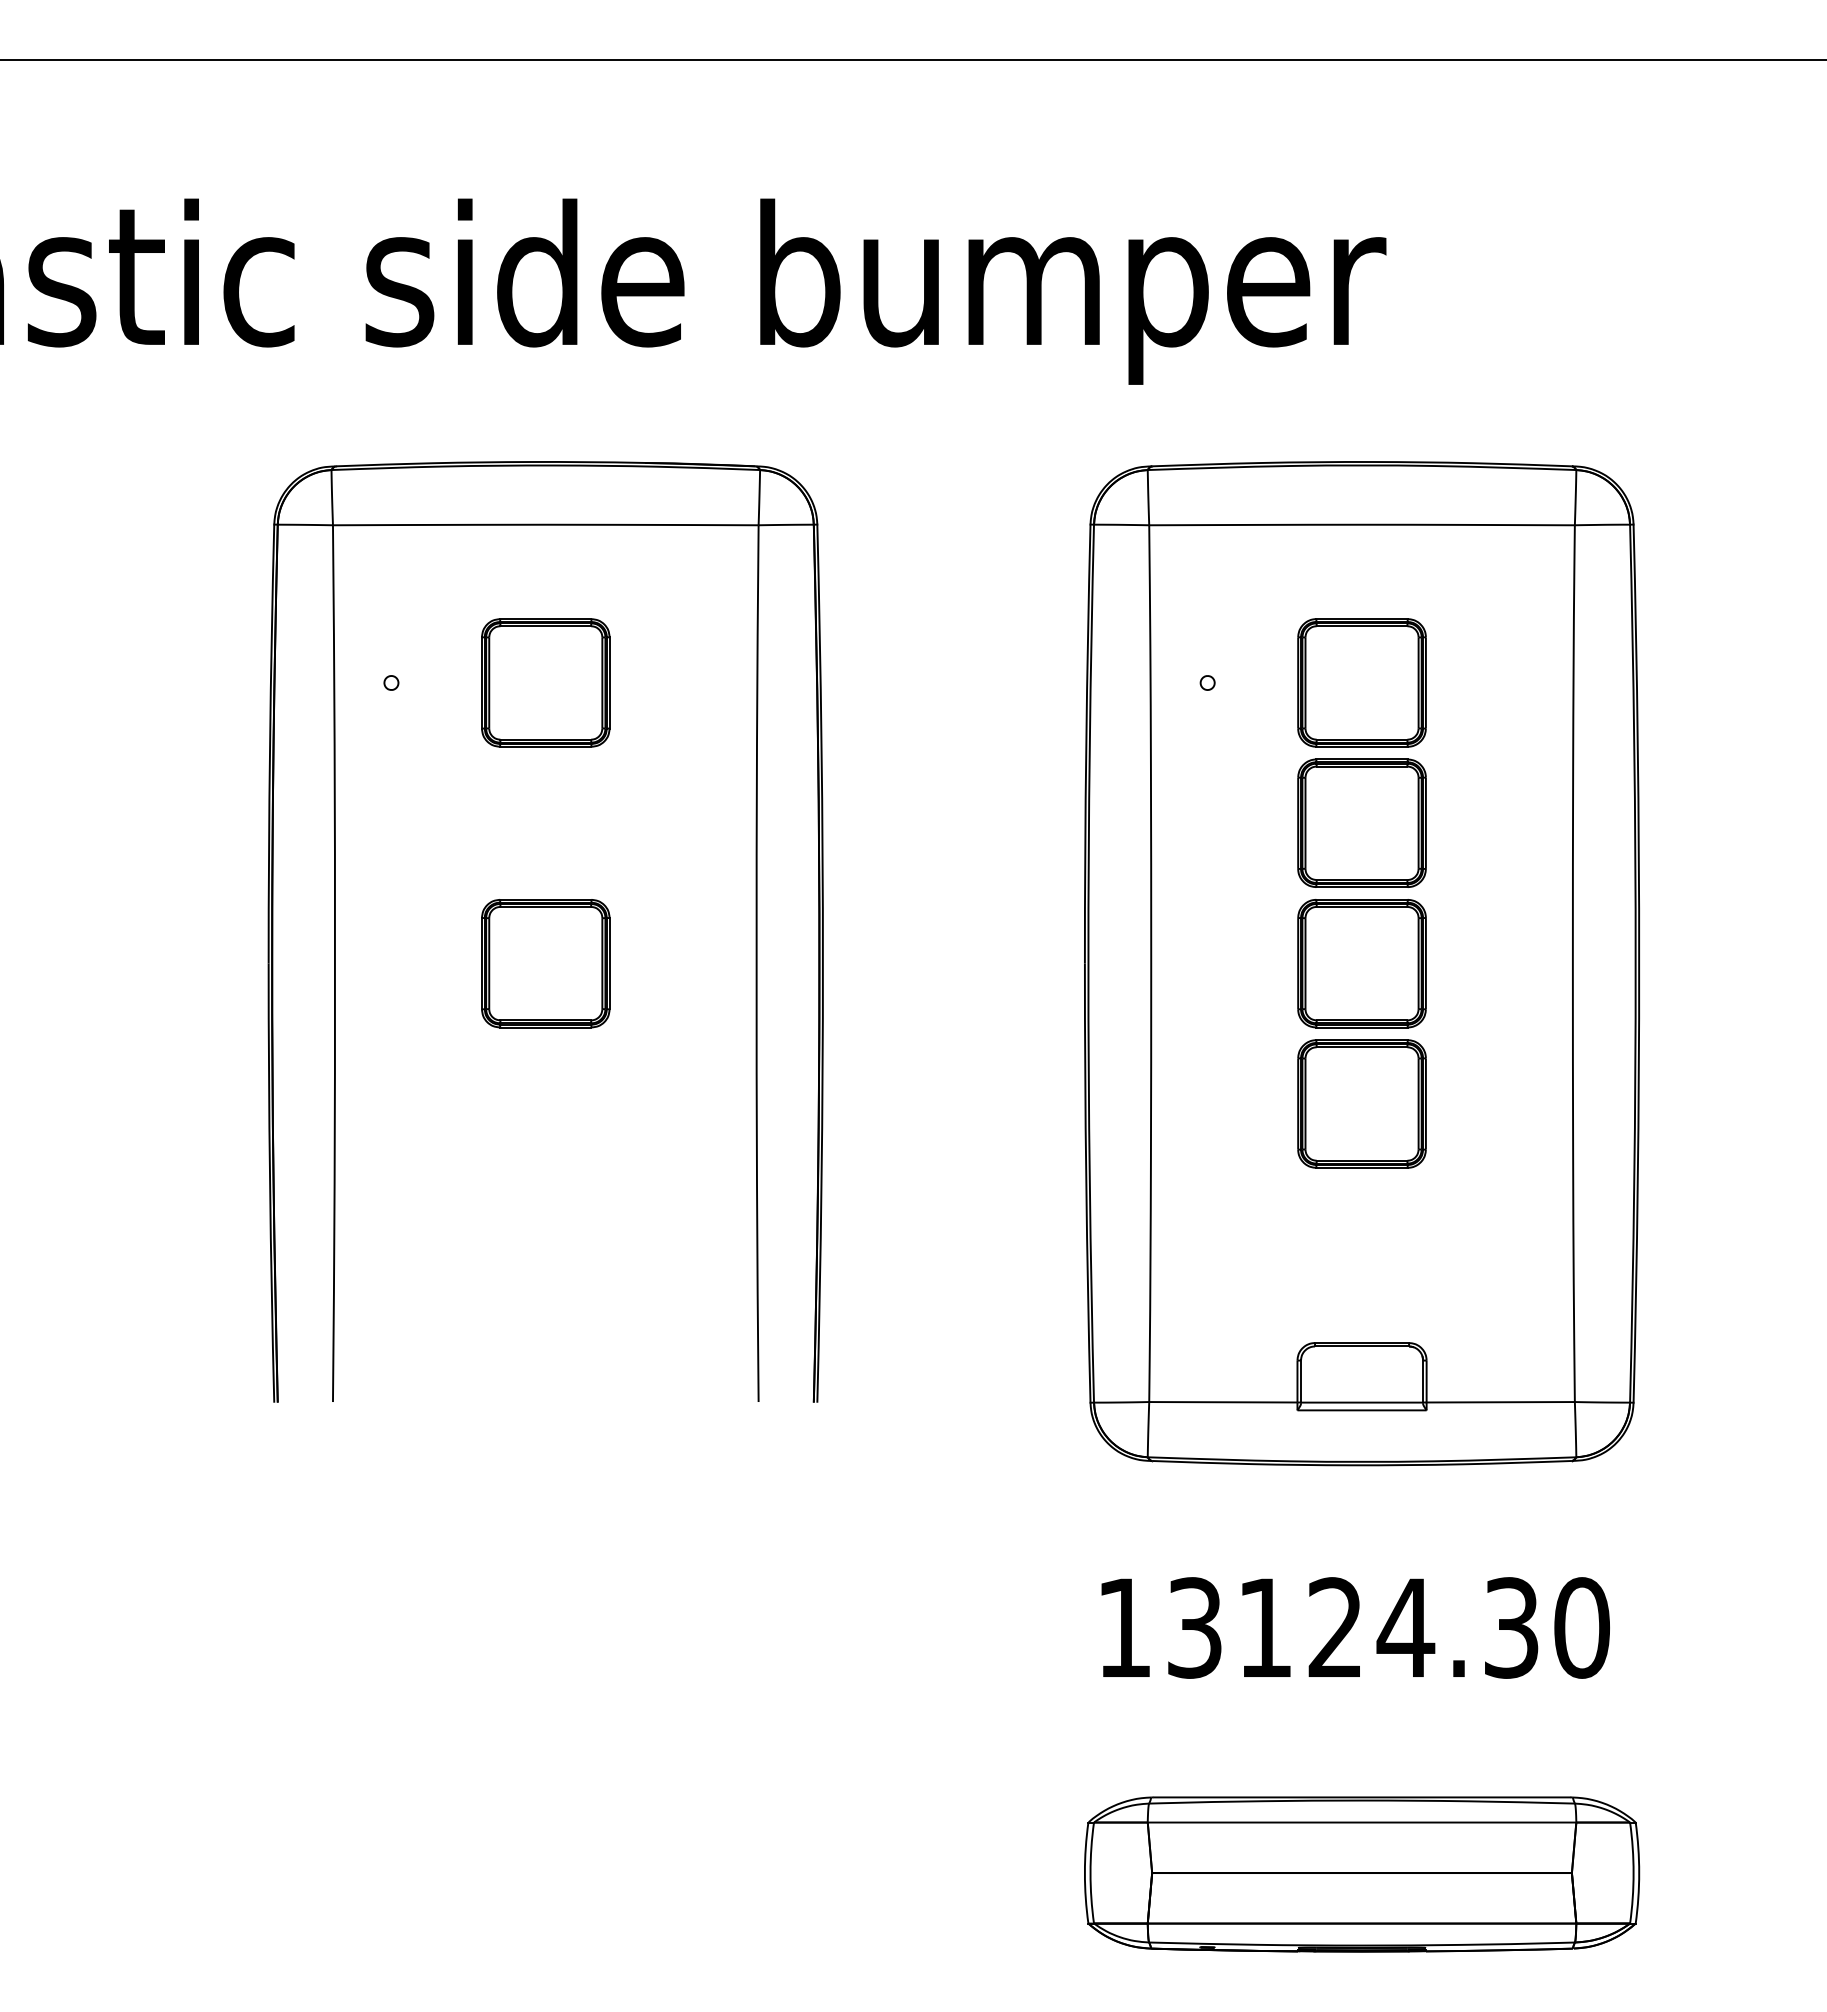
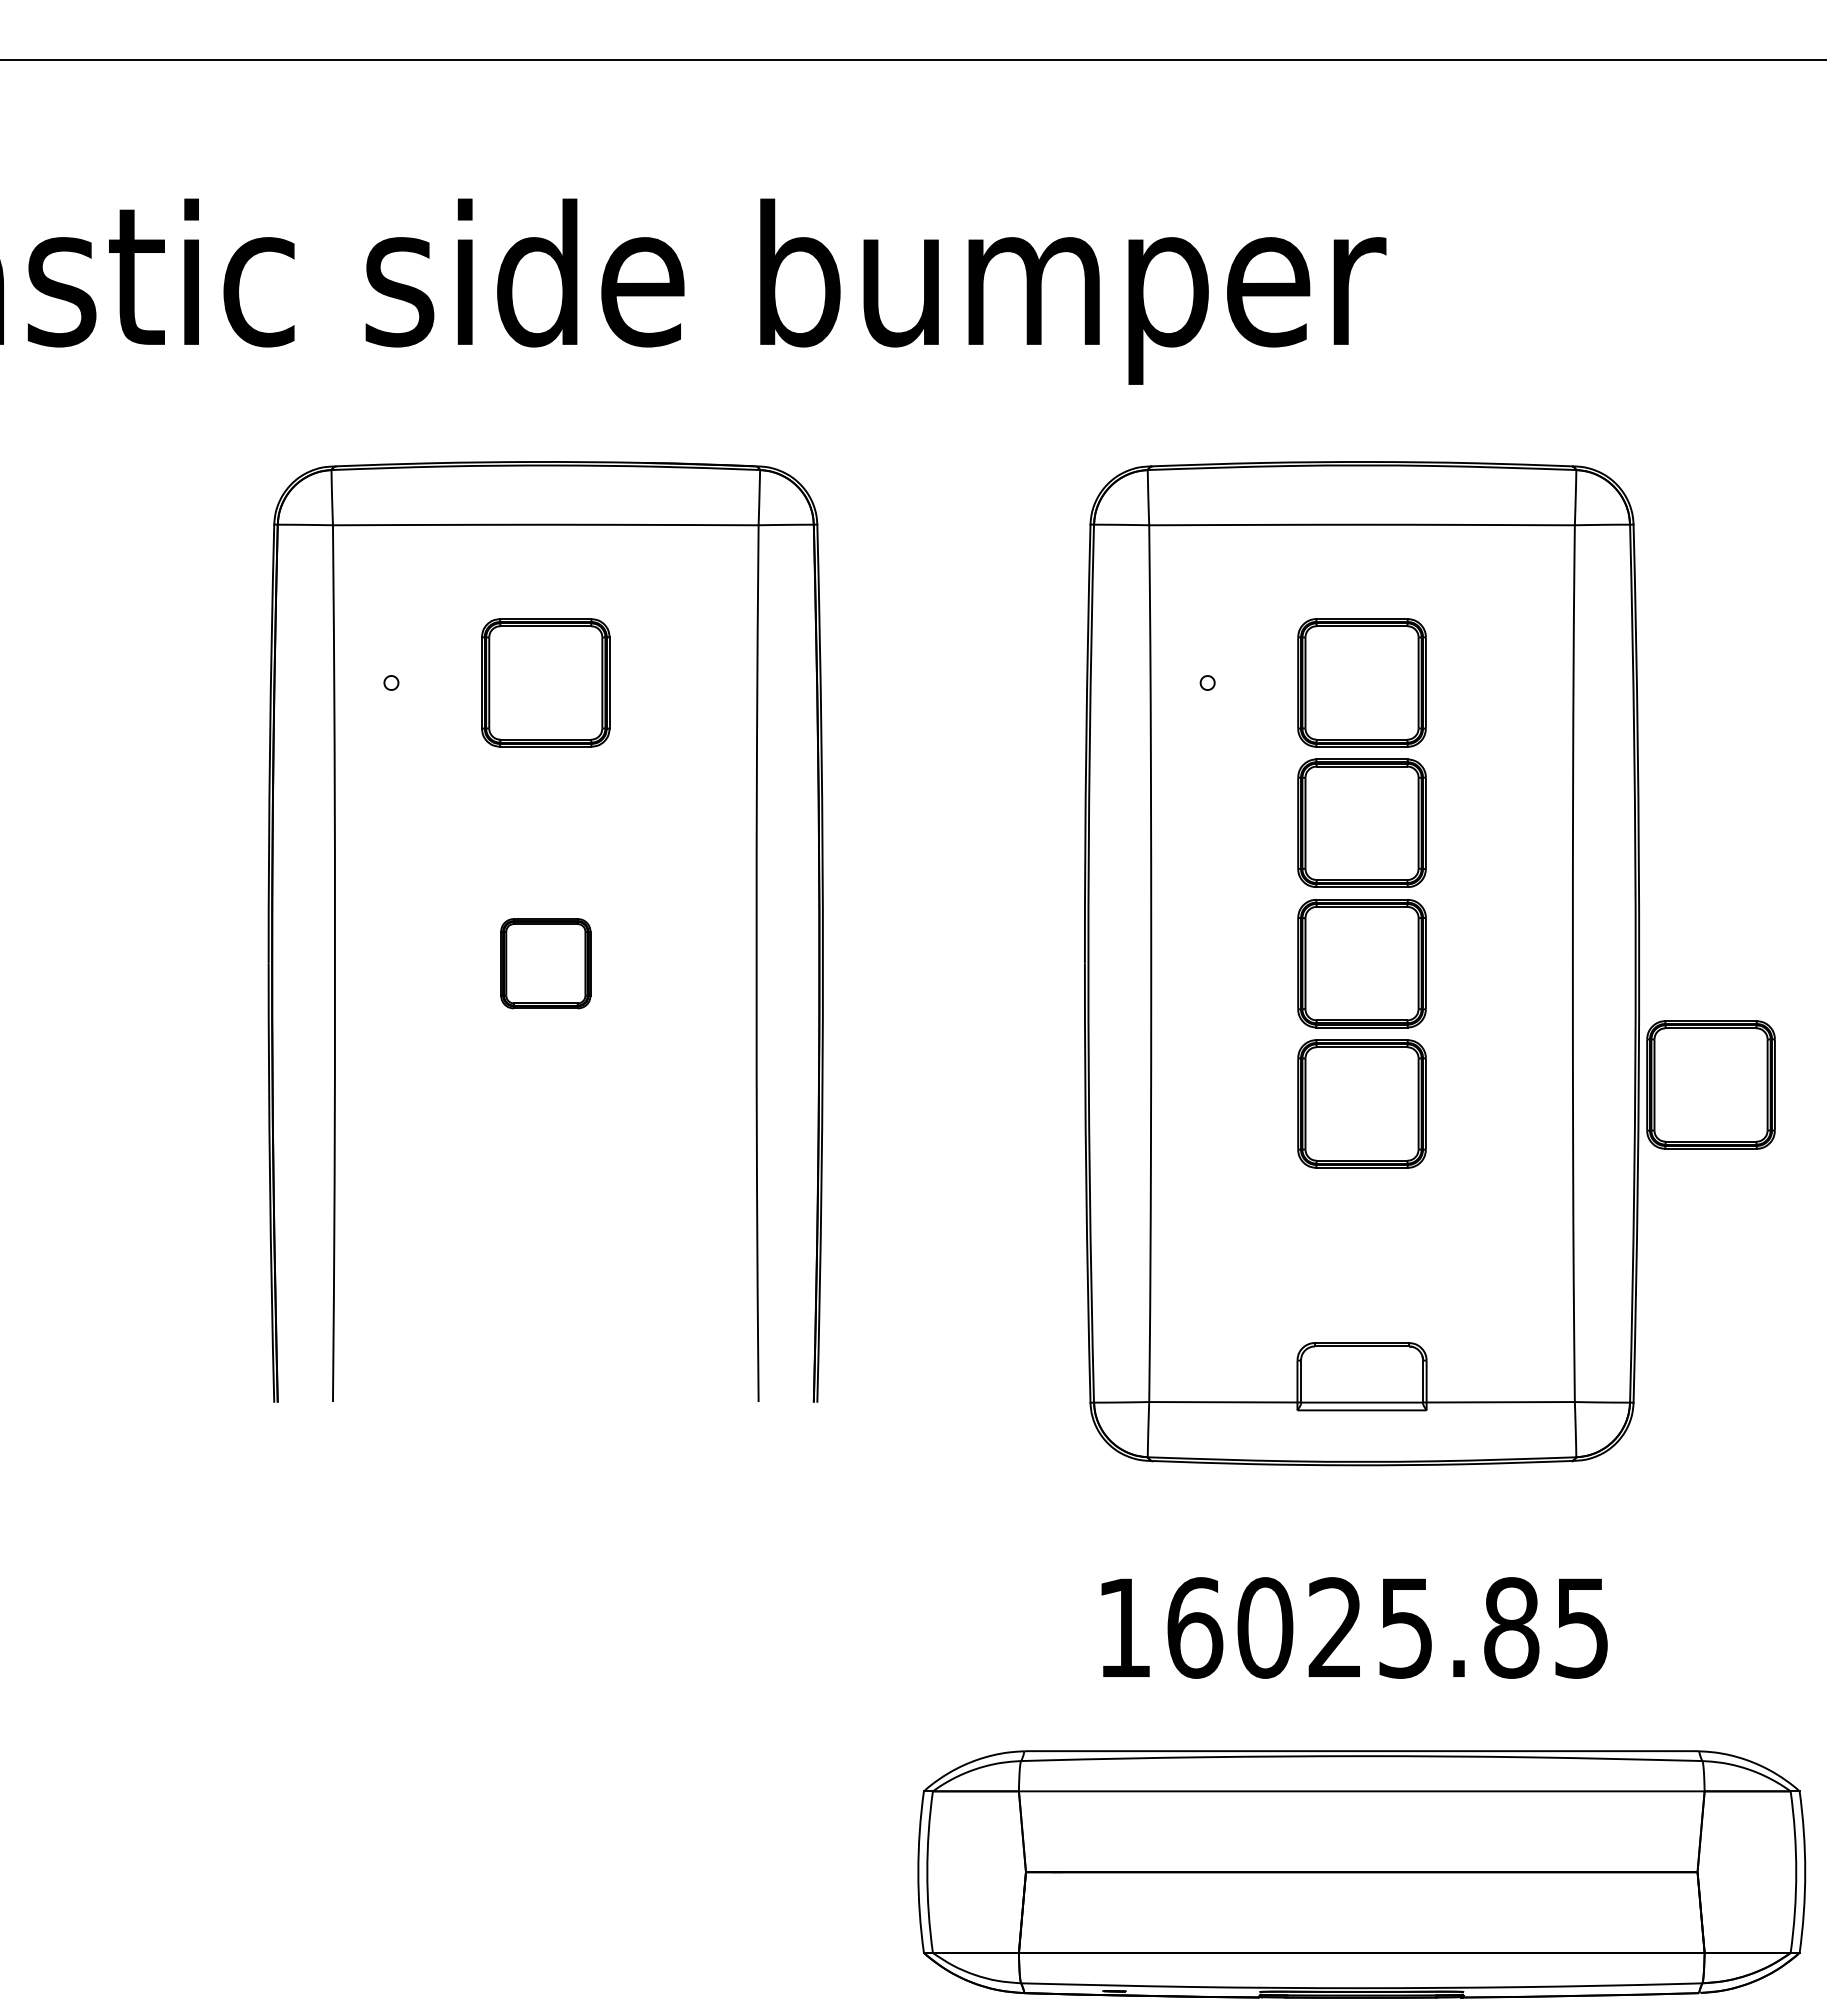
part at (545, 963) size: 130x130 px -> 92x92 px
part at (1710, 1084): none -> present
text at (1388, 1627): 13124.30 -> 16025.85
part at (1362, 1874) size: 557x157 px -> 890x249 px
